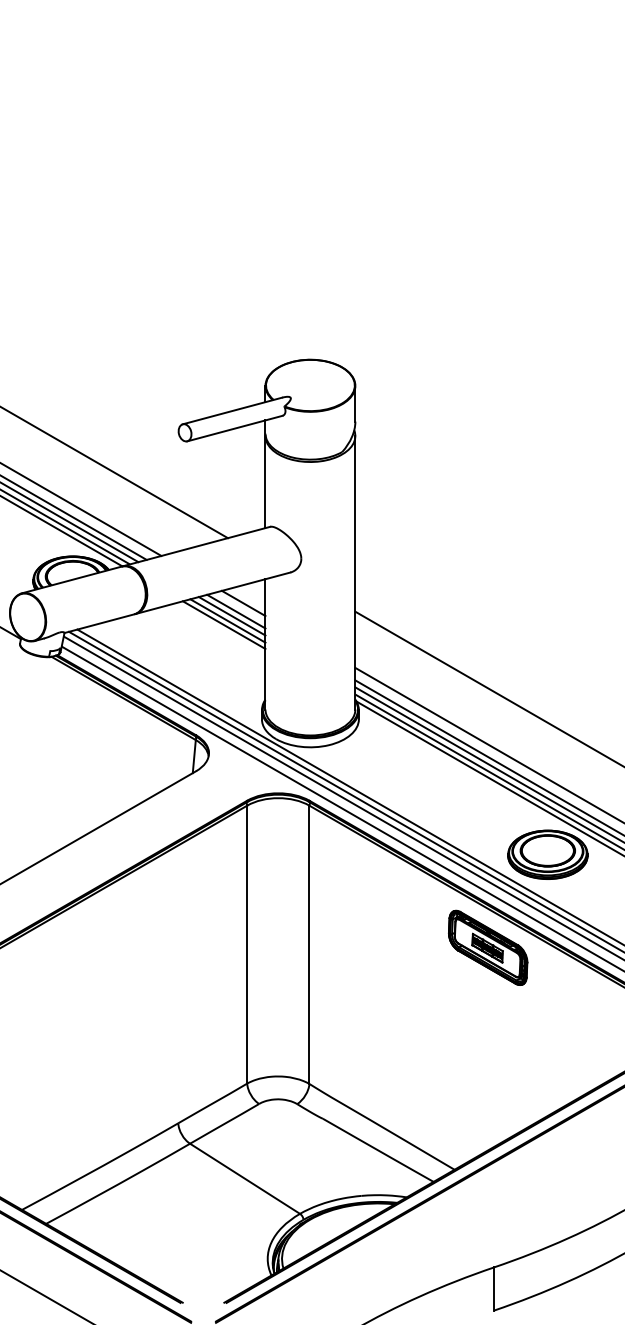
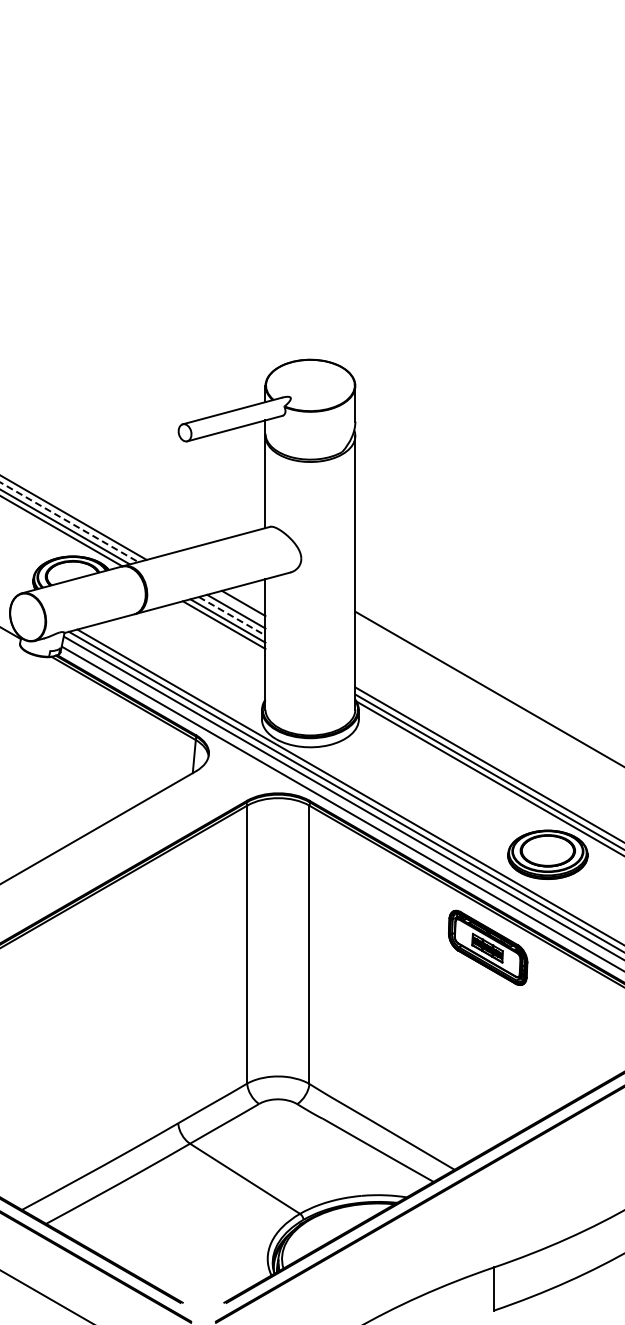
line at (114, 473): present -> none
line at (81, 509): present -> none
line at (69, 522): solid -> dashed
line at (232, 616): solid -> dashed
line at (488, 744): present -> none
line at (488, 757): present -> none
